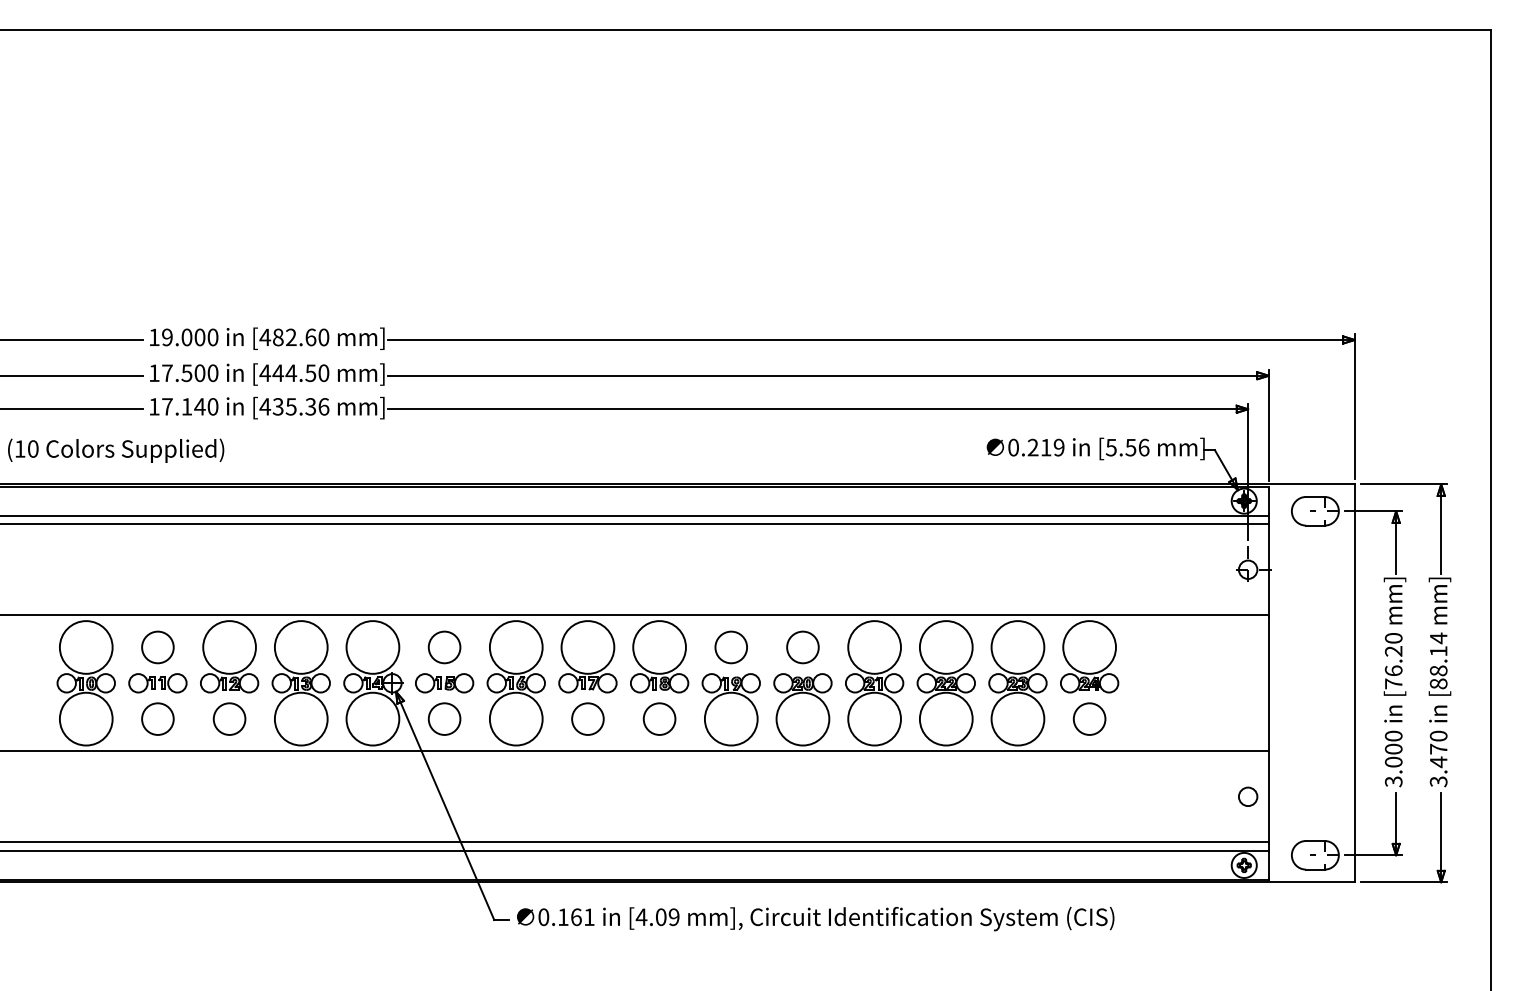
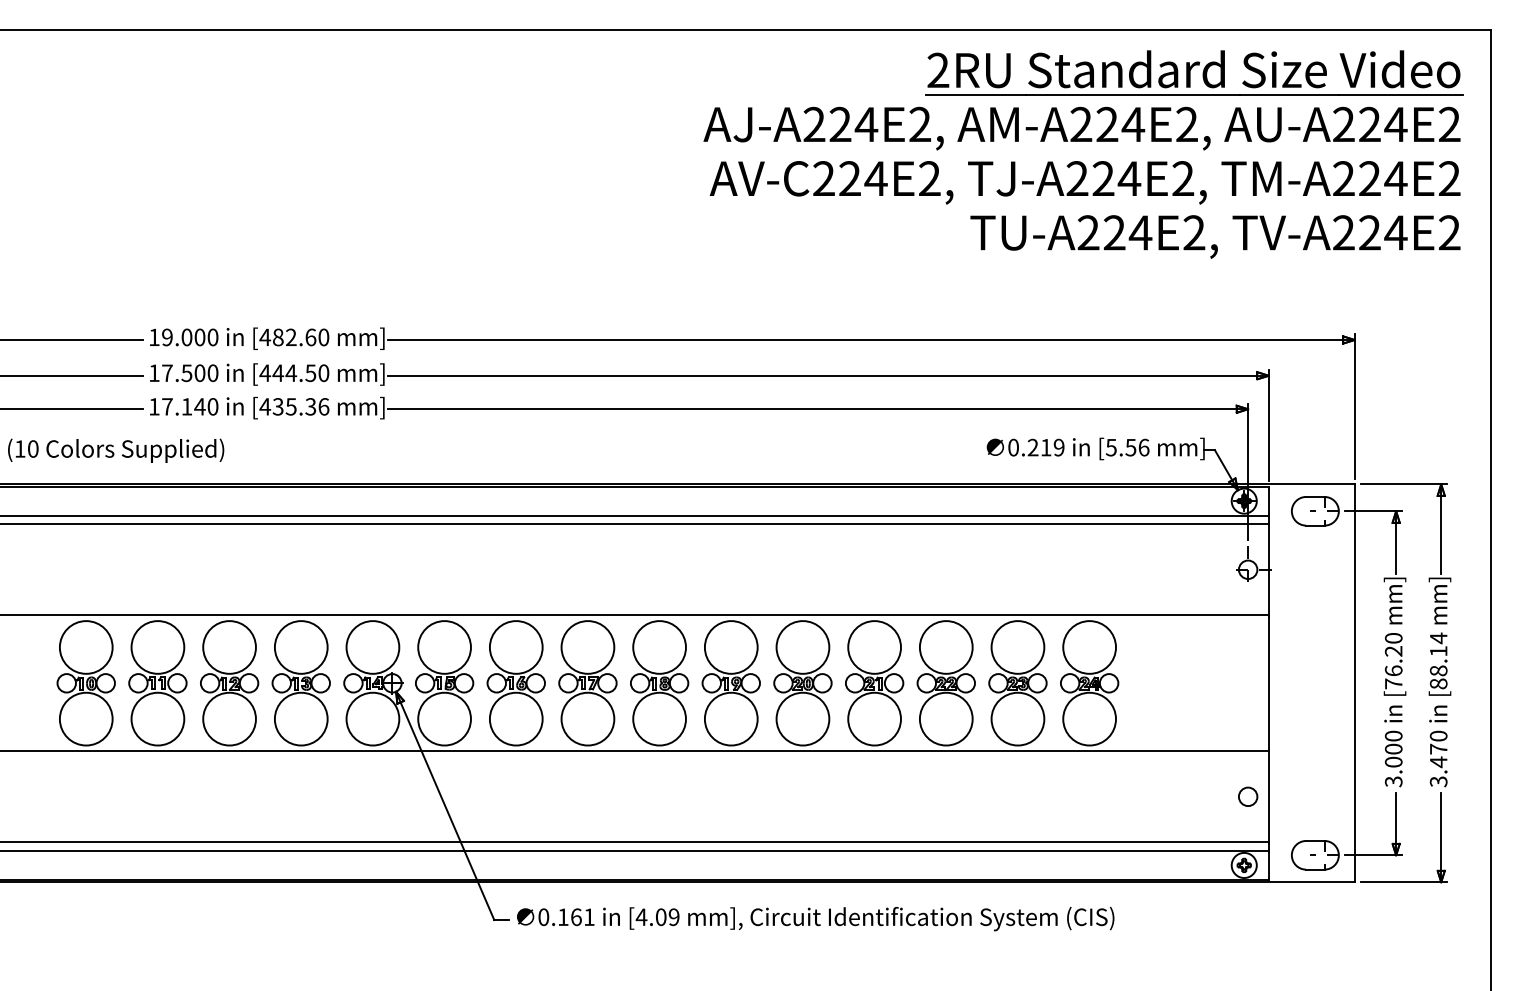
part at (1080, 161): none -> present
circle at (157, 647) diameter: 32 px -> 53 px
circle at (444, 647) diameter: 32 px -> 53 px
circle at (731, 647) diameter: 32 px -> 53 px
circle at (802, 647) diameter: 32 px -> 53 px
circle at (157, 718) diameter: 32 px -> 53 px
circle at (229, 718) diameter: 32 px -> 53 px
circle at (444, 718) diameter: 32 px -> 53 px
circle at (587, 718) diameter: 32 px -> 53 px
circle at (659, 718) diameter: 32 px -> 53 px
circle at (1089, 718) diameter: 32 px -> 53 px
